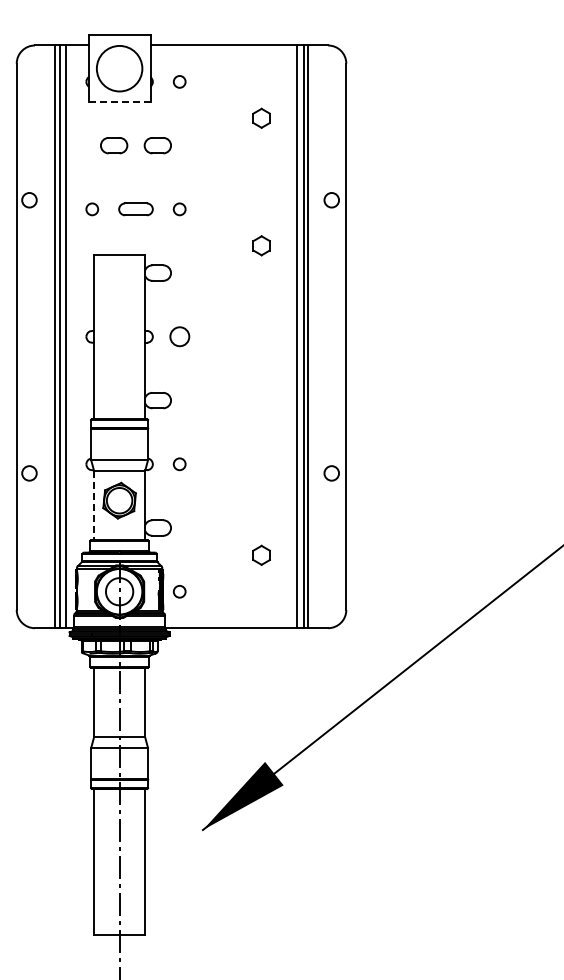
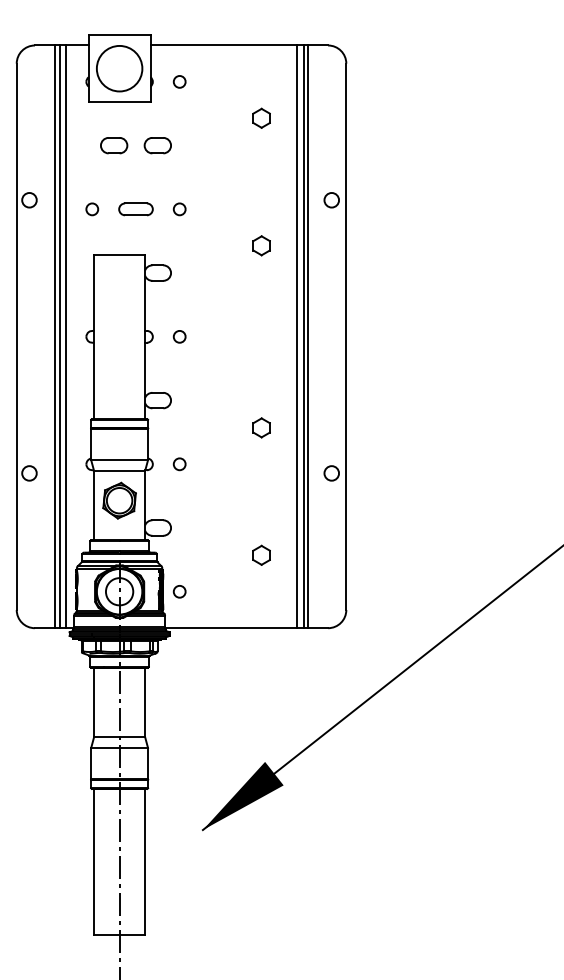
line at (119, 102): dashed -> solid
circle at (179, 336) size: 22x22 px -> 15x14 px
part at (261, 427): none -> present
line at (94, 505): dashed -> solid
